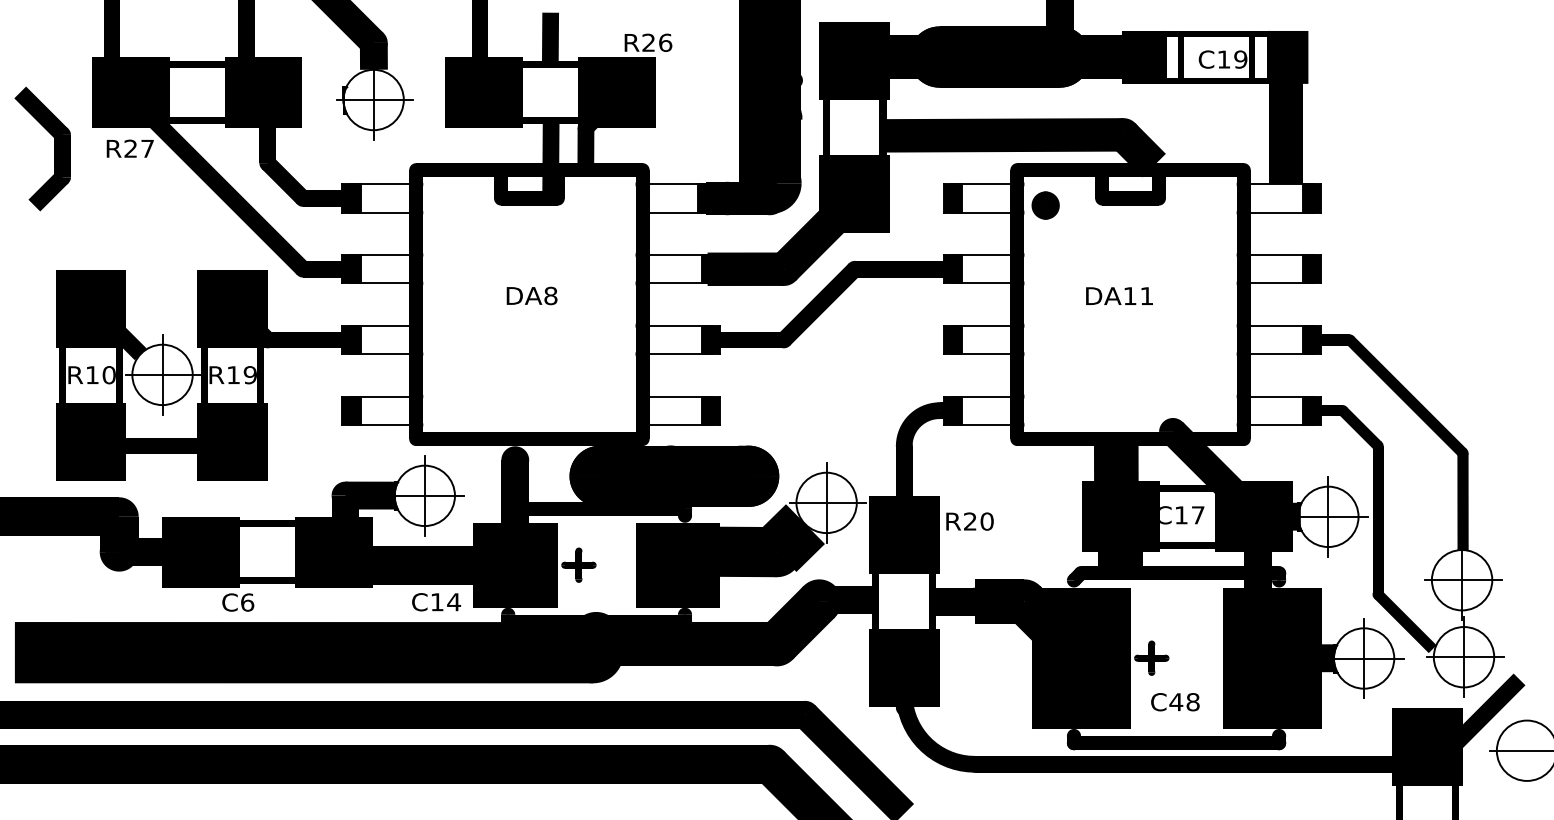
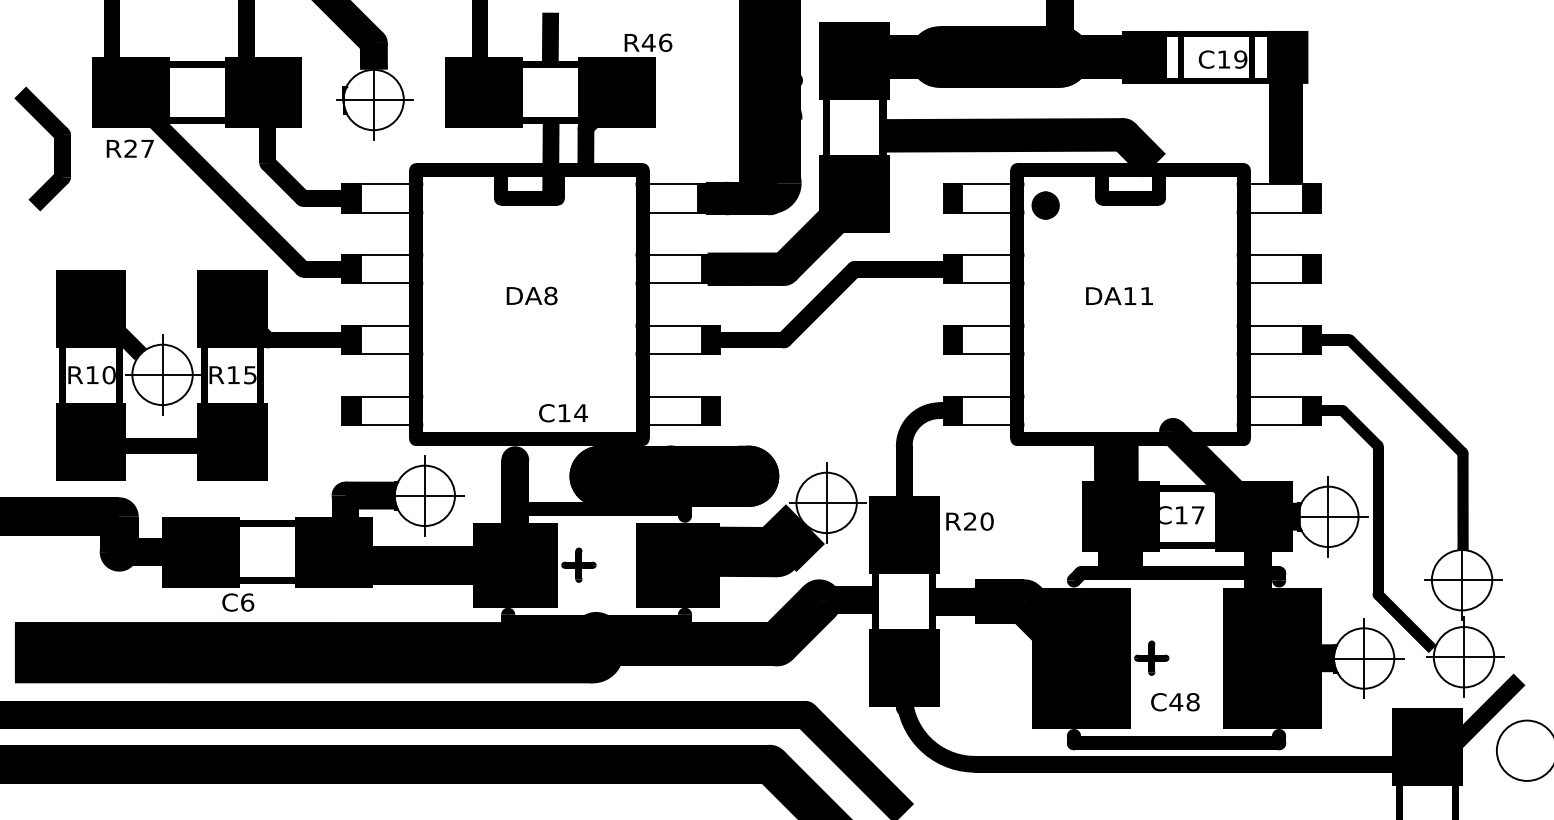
text at (648, 42): R26 -> R46
text at (249, 375): R19 -> R15
text at (436, 602) position: (436, 602) -> (563, 413)
line at (1520, 750): present -> none
